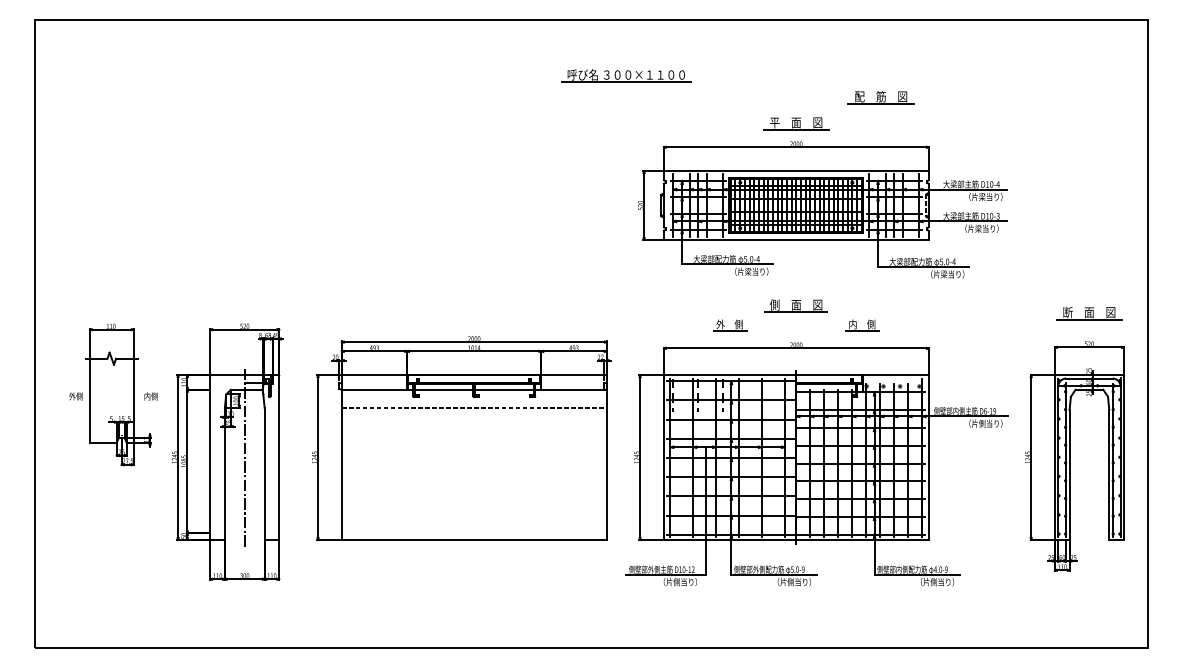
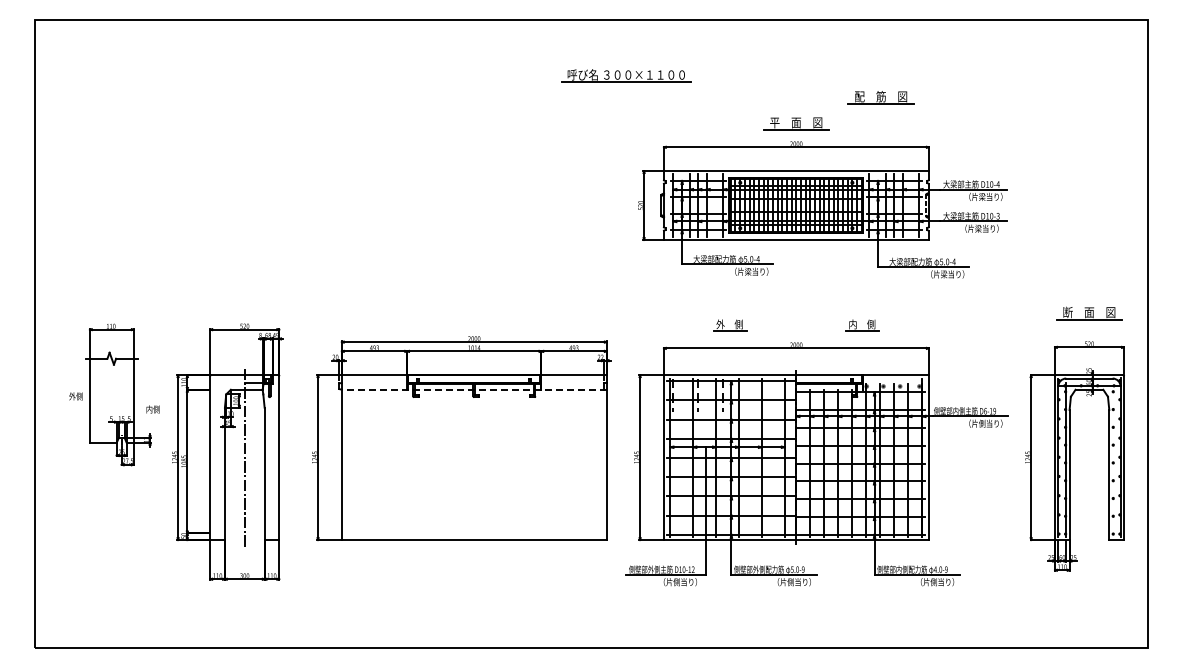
part at (795, 305): present -> none
line at (473, 389): solid -> dashed
text at (150, 396) position: (150, 396) -> (152, 409)
line at (473, 407): present -> none
line at (1112, 459): present -> none
